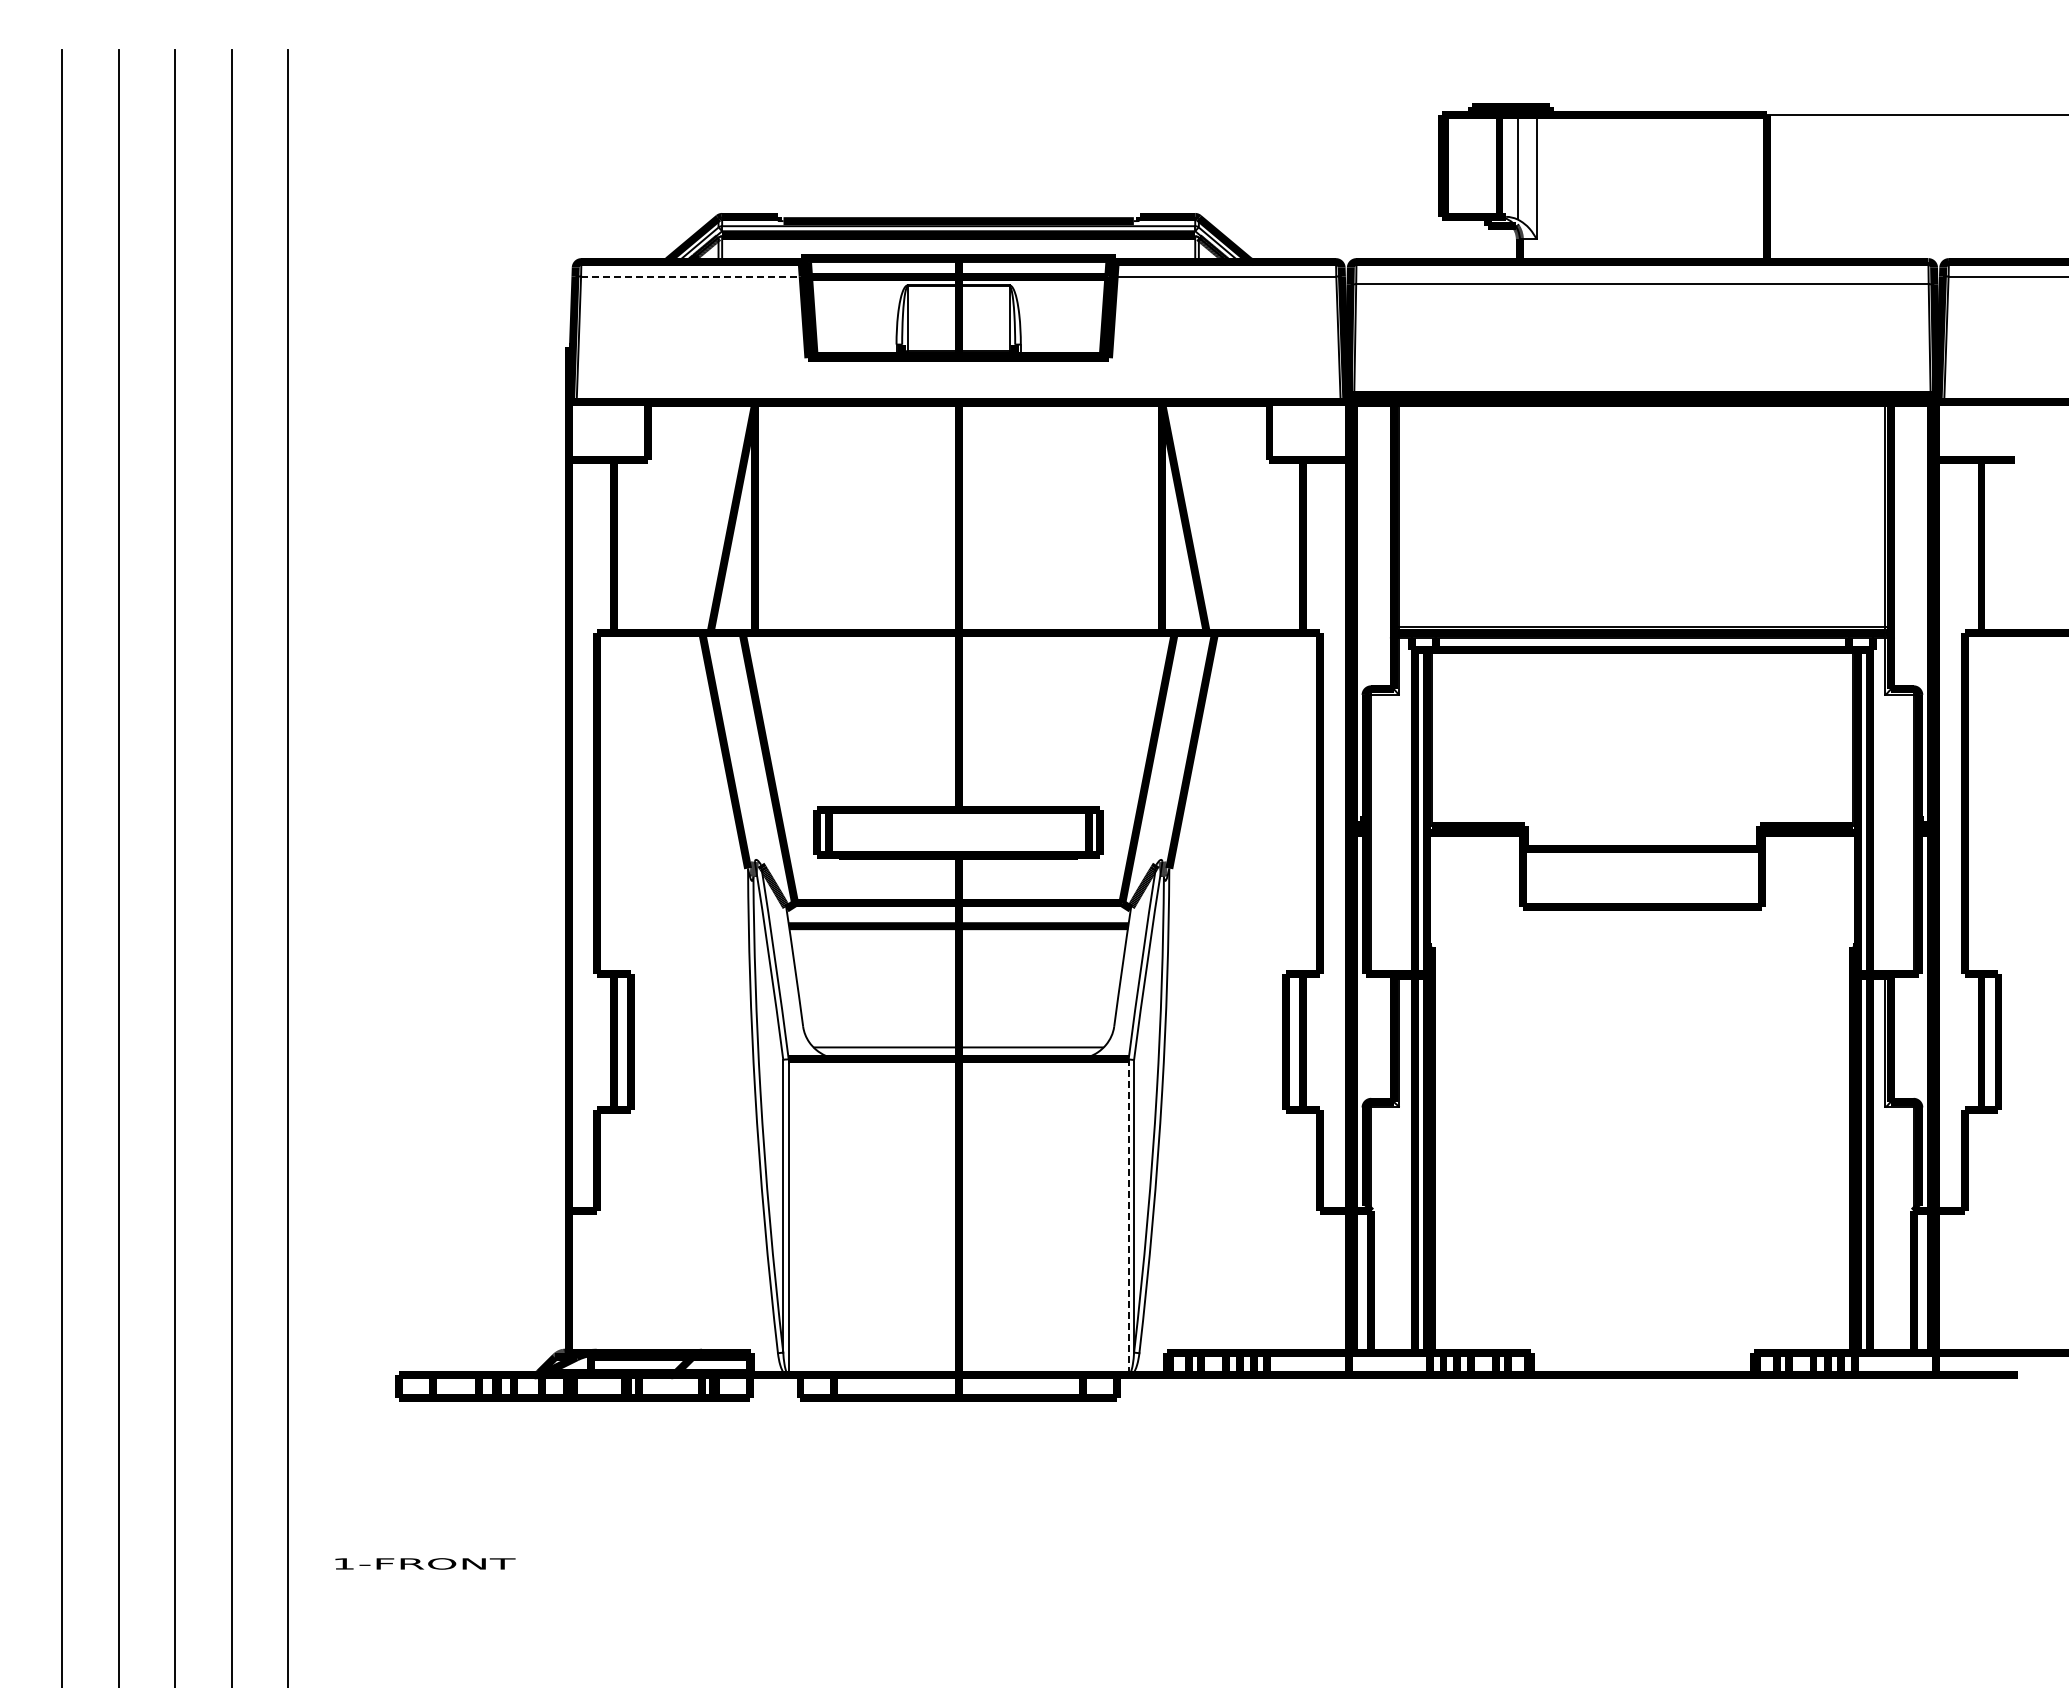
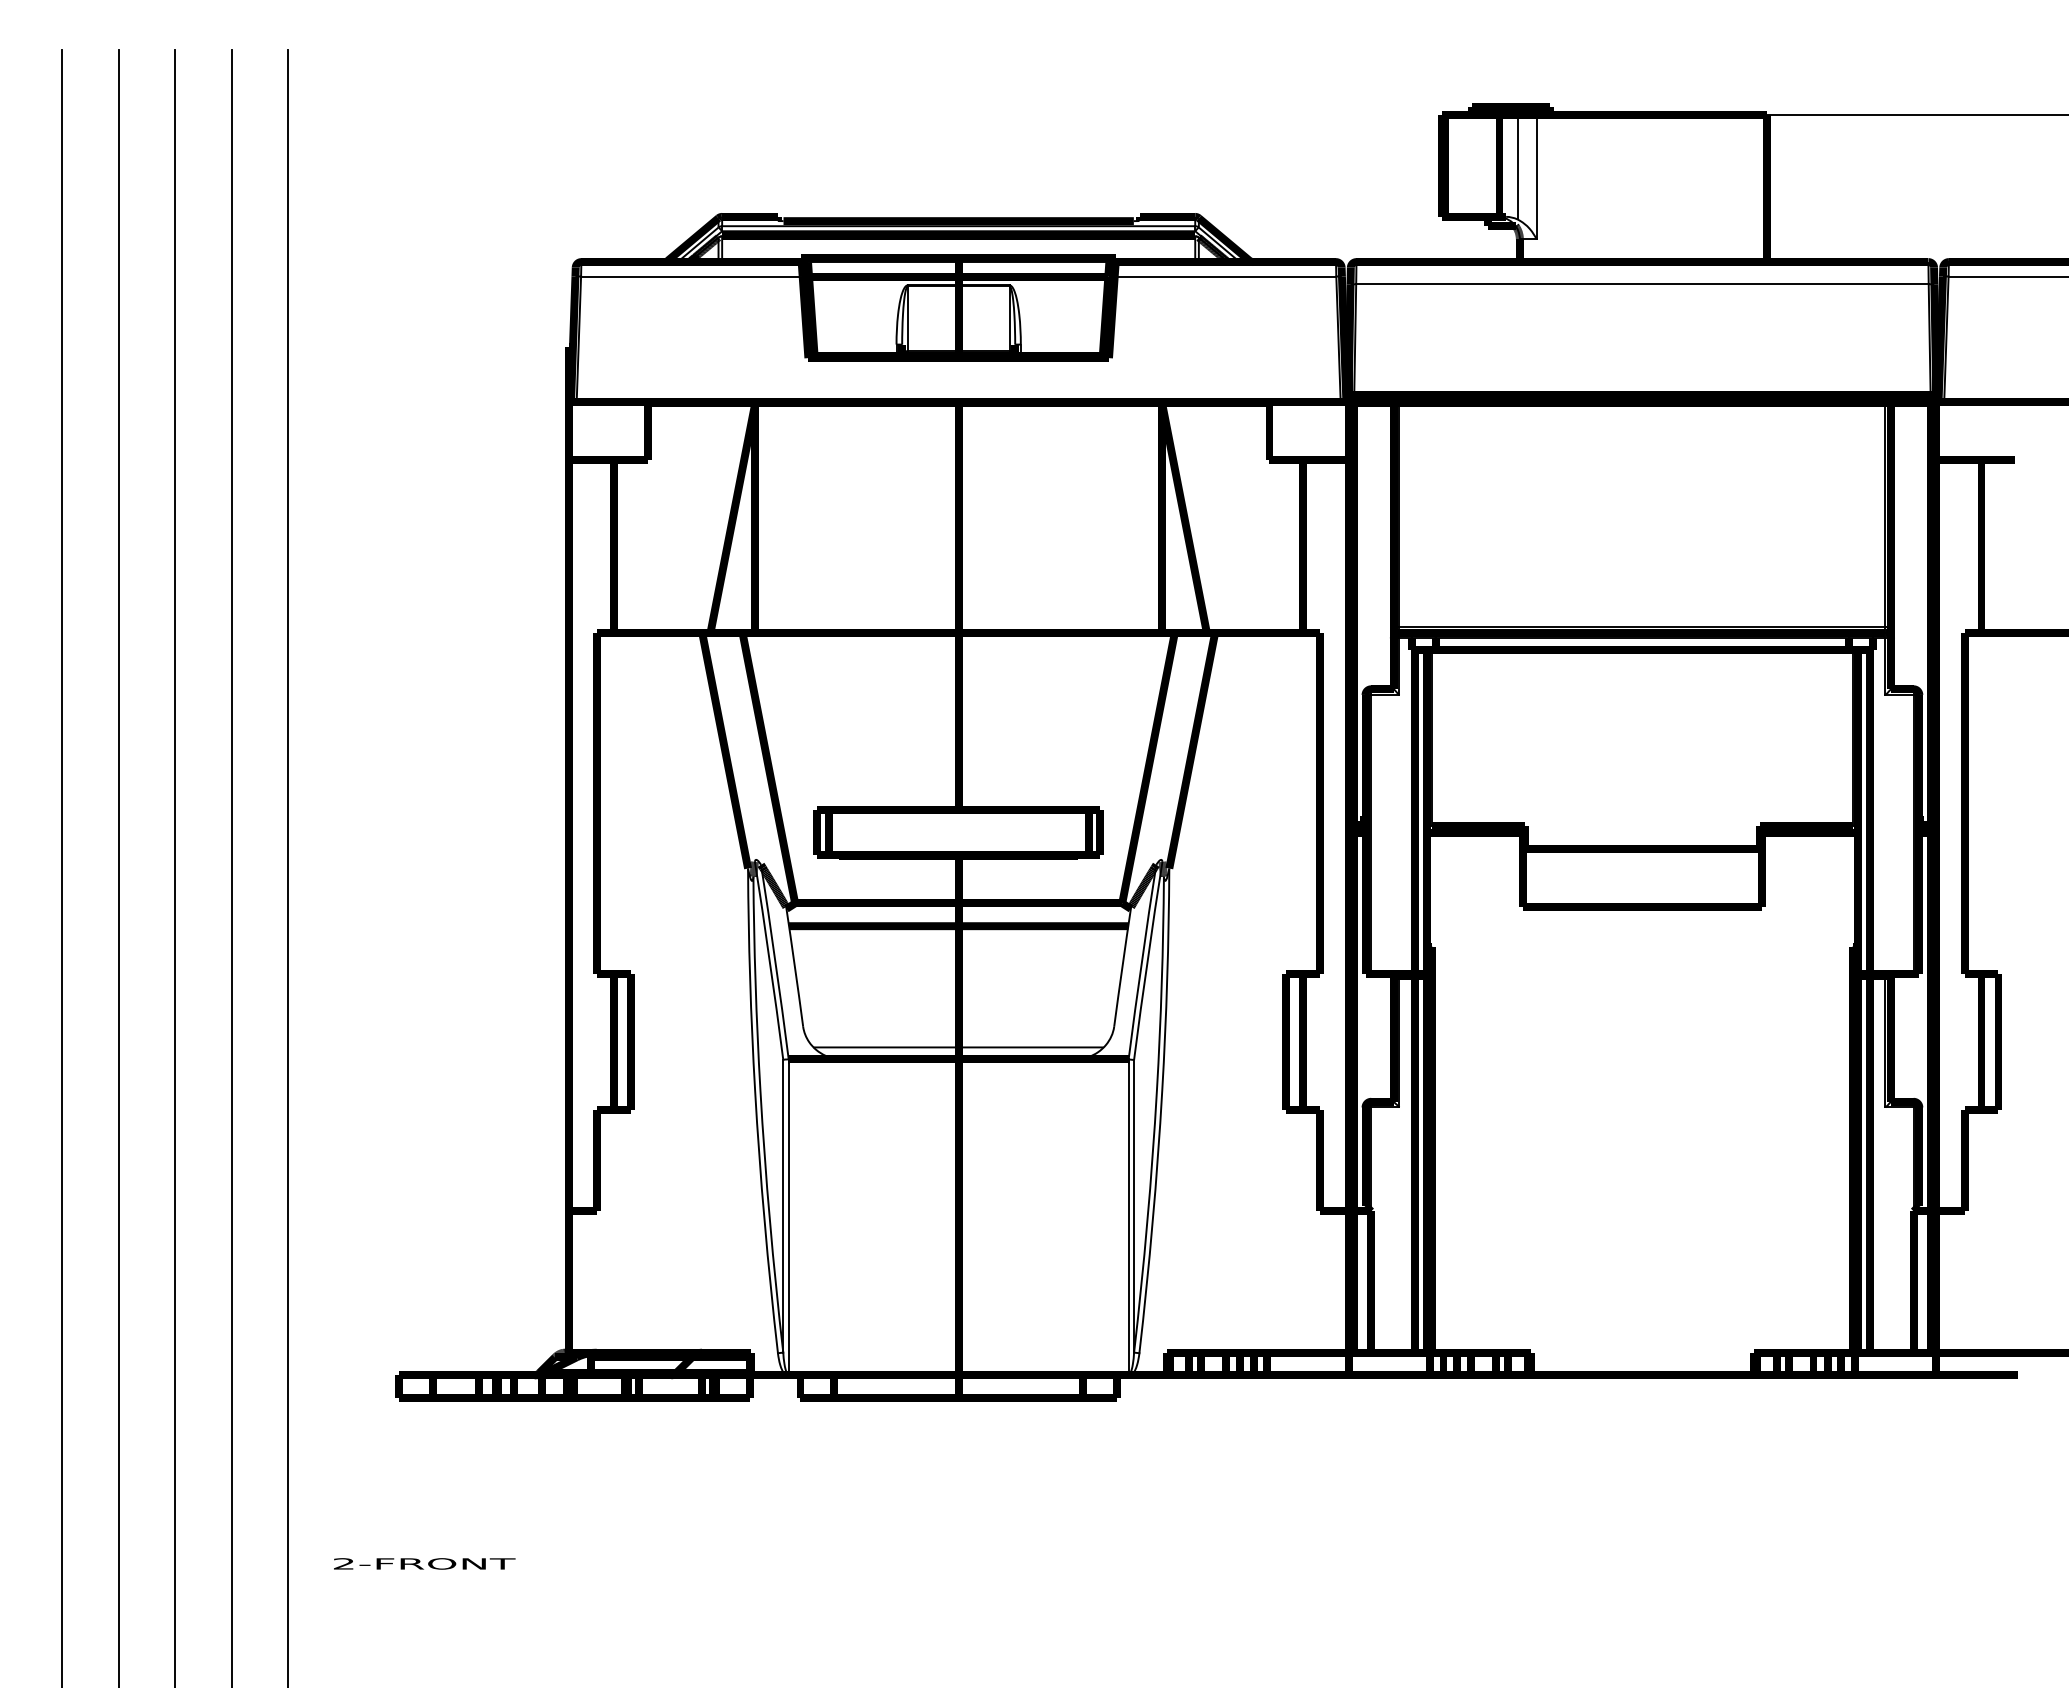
line at (691, 276): dashed -> solid
line at (1128, 1216): dashed -> solid
text at (343, 1563): 1-FRONT -> 2-FRONT
